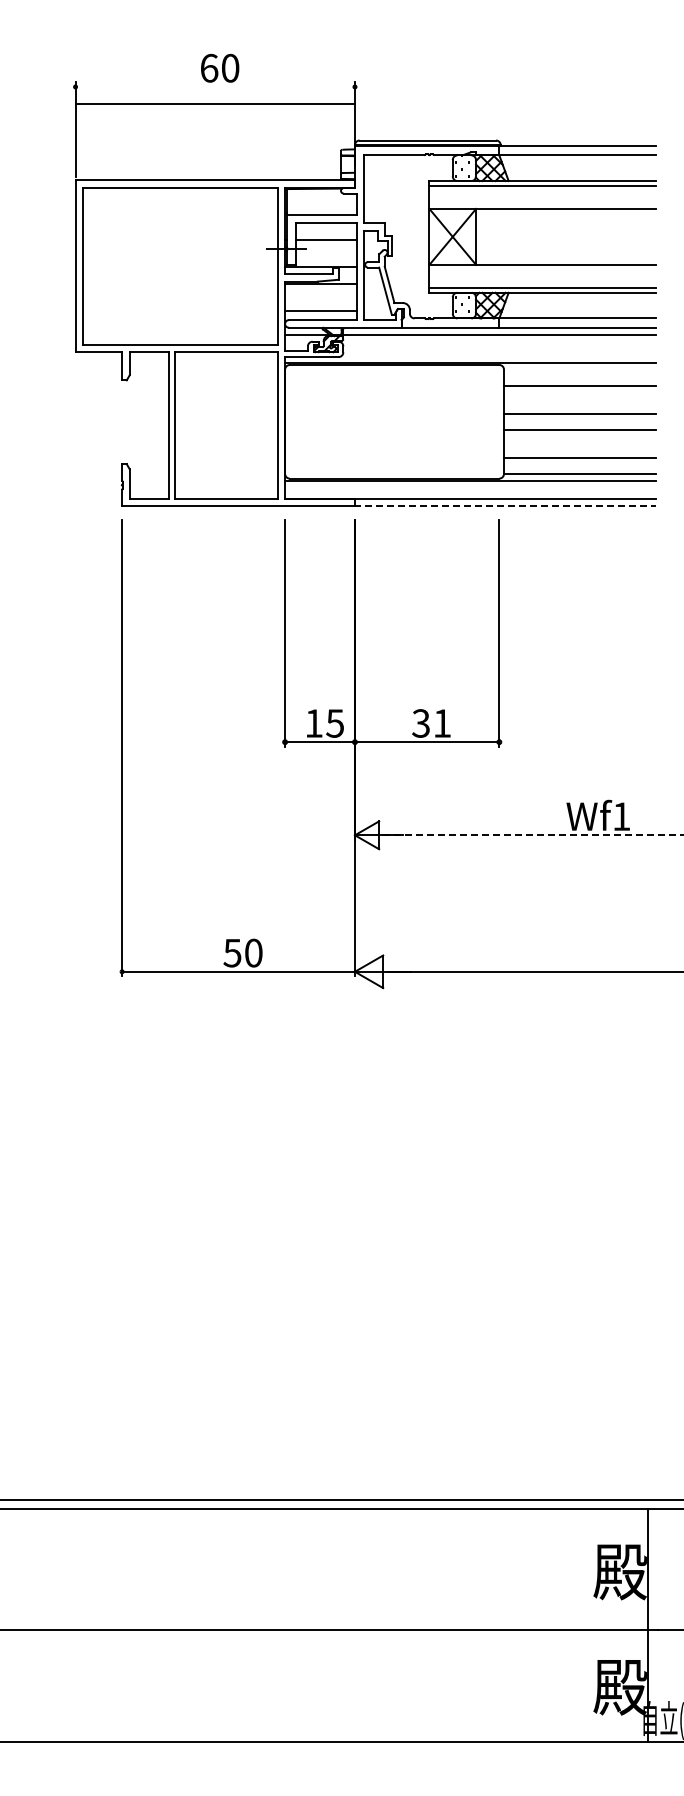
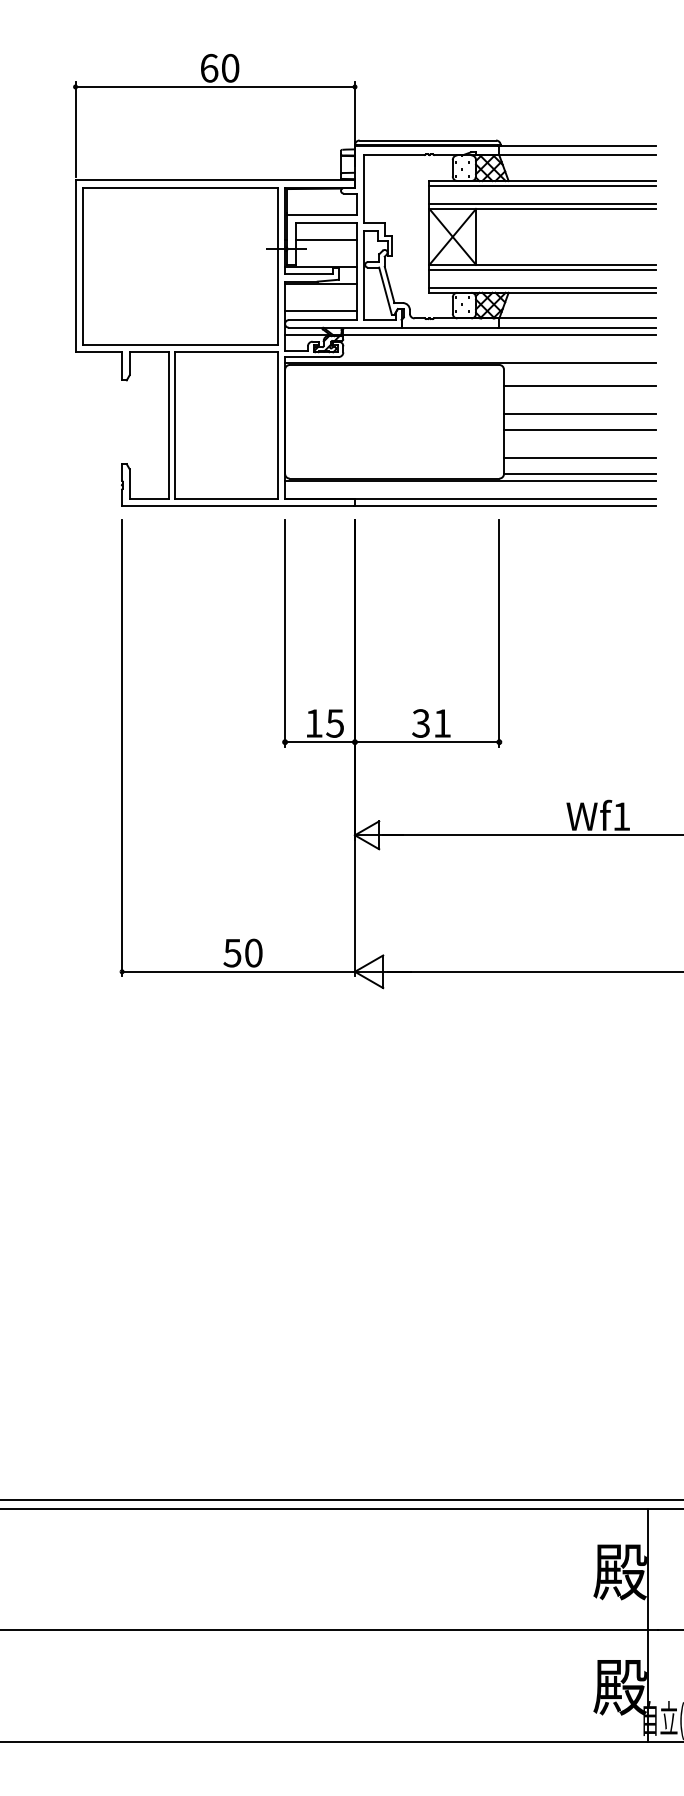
line at (214, 103) position: (214, 103) -> (214, 86)
line at (542, 204): none -> present
line at (542, 269): none -> present
line at (505, 506): dashed -> solid
line at (533, 835): dashed -> solid
